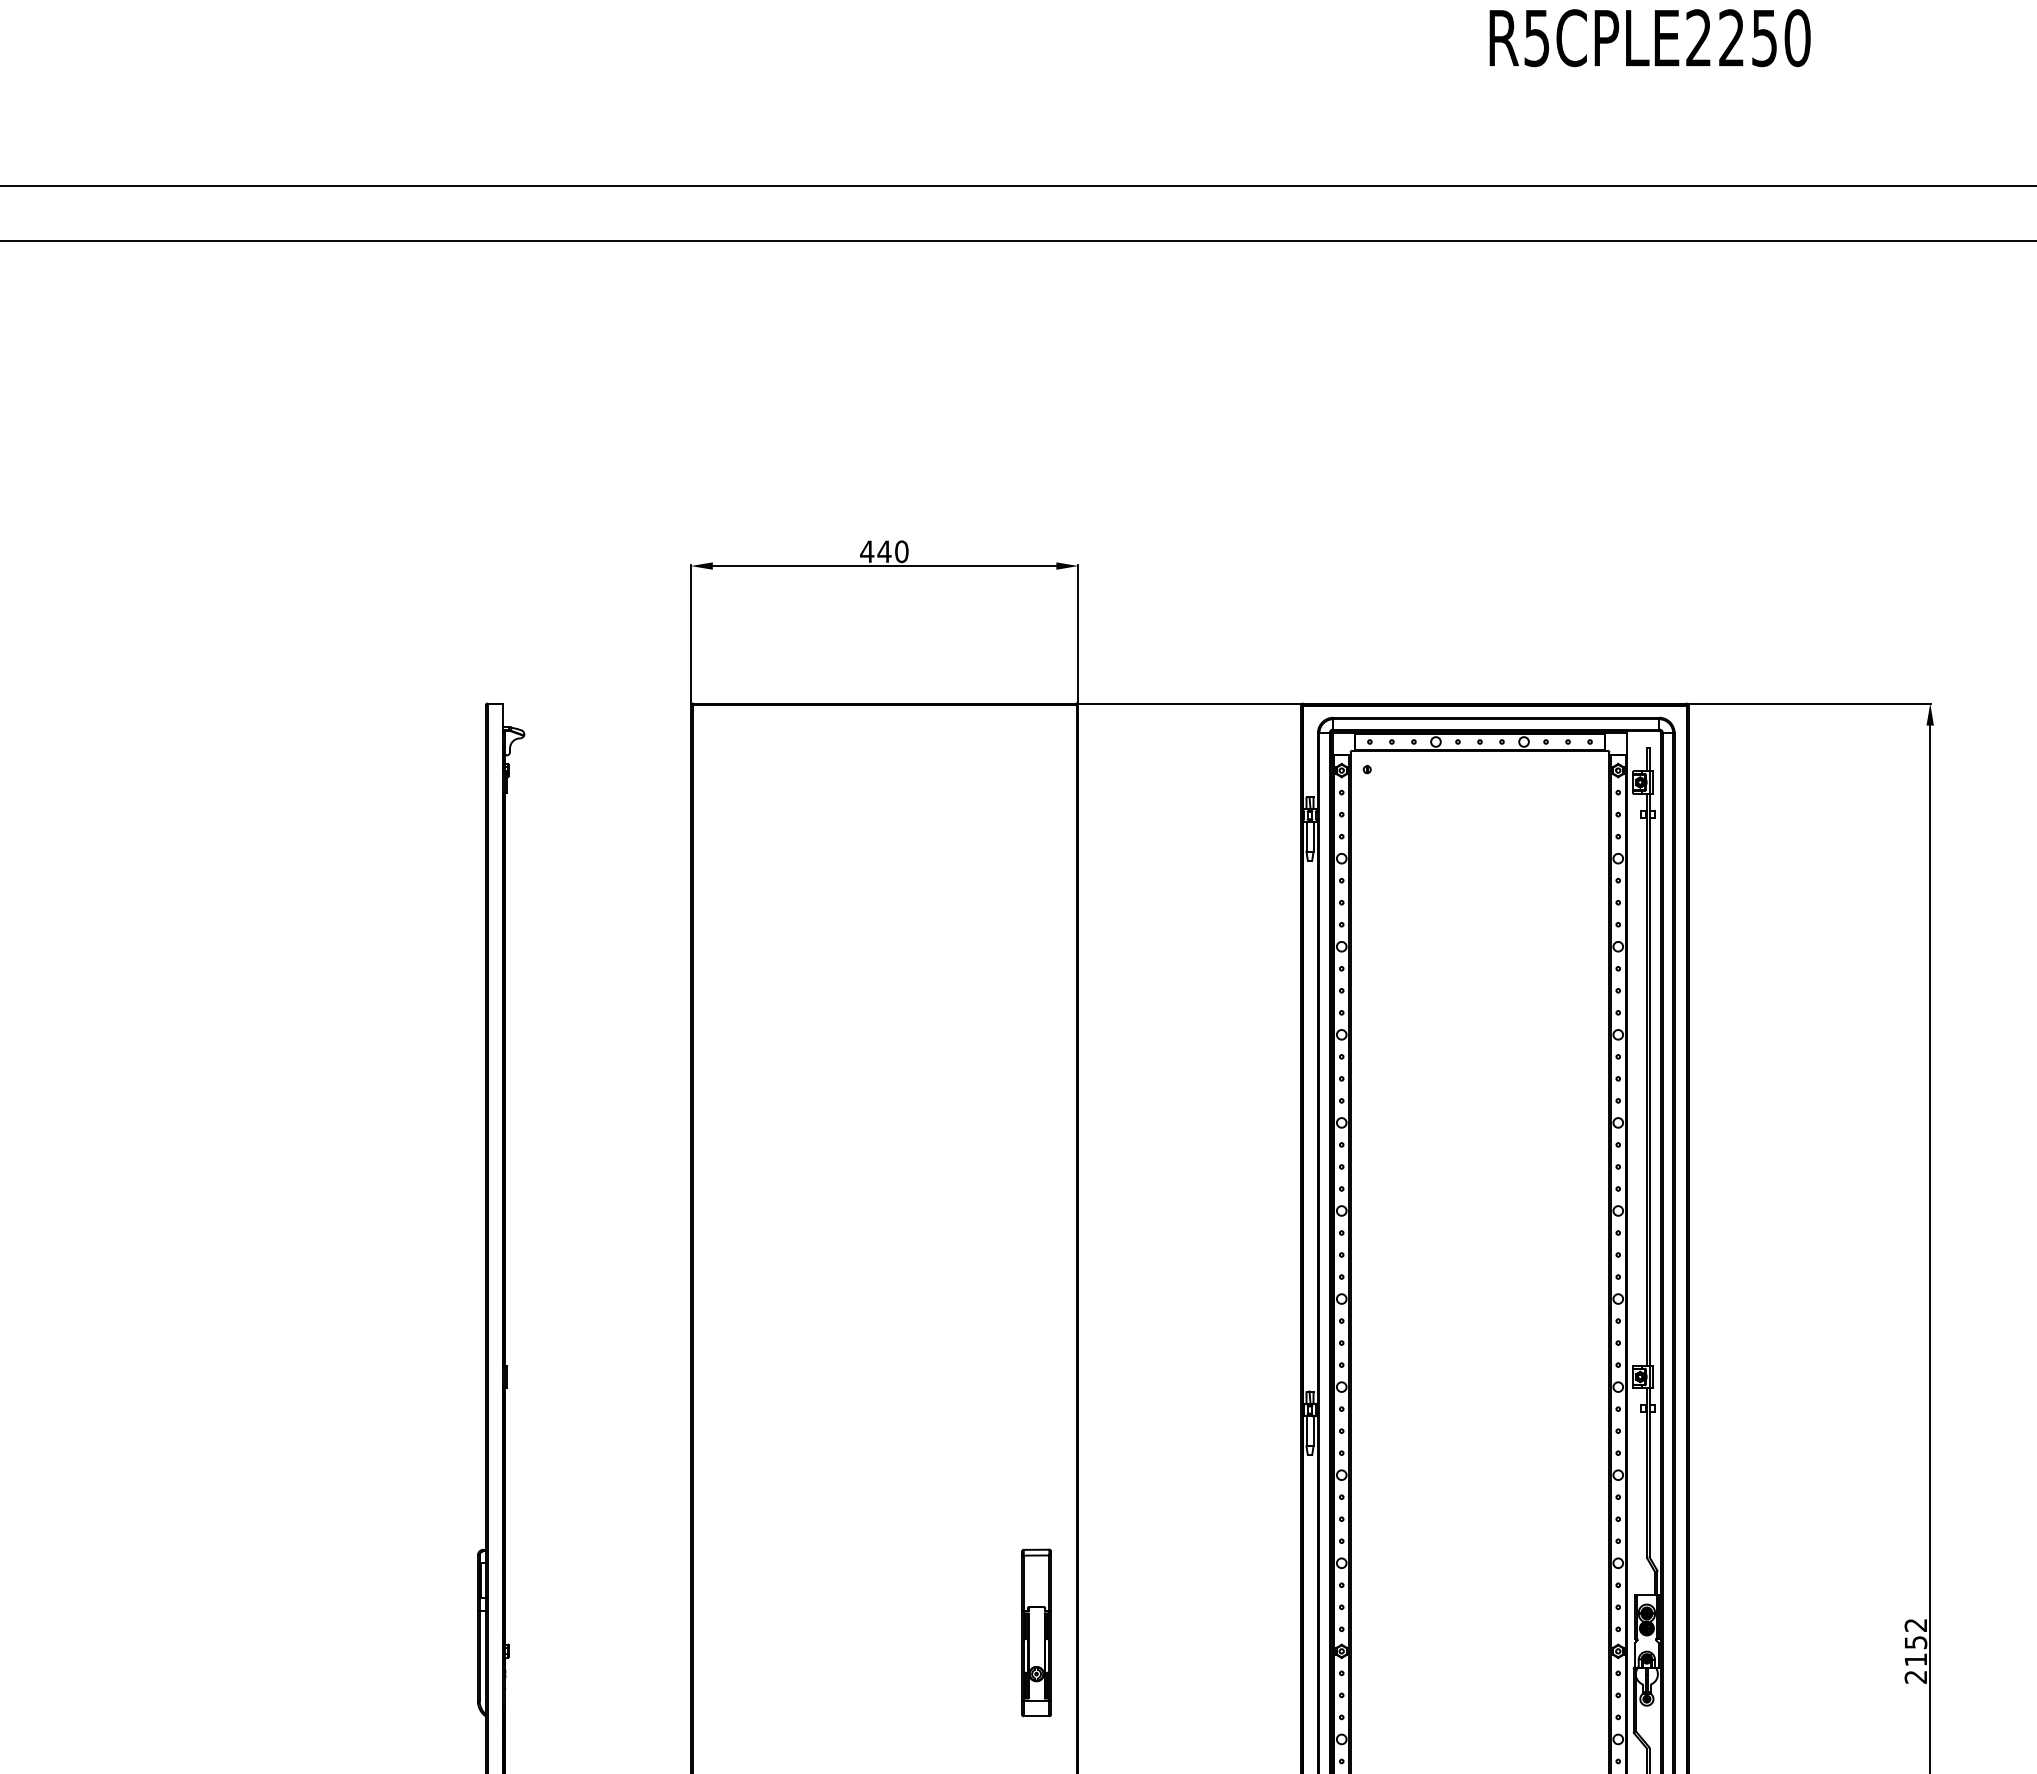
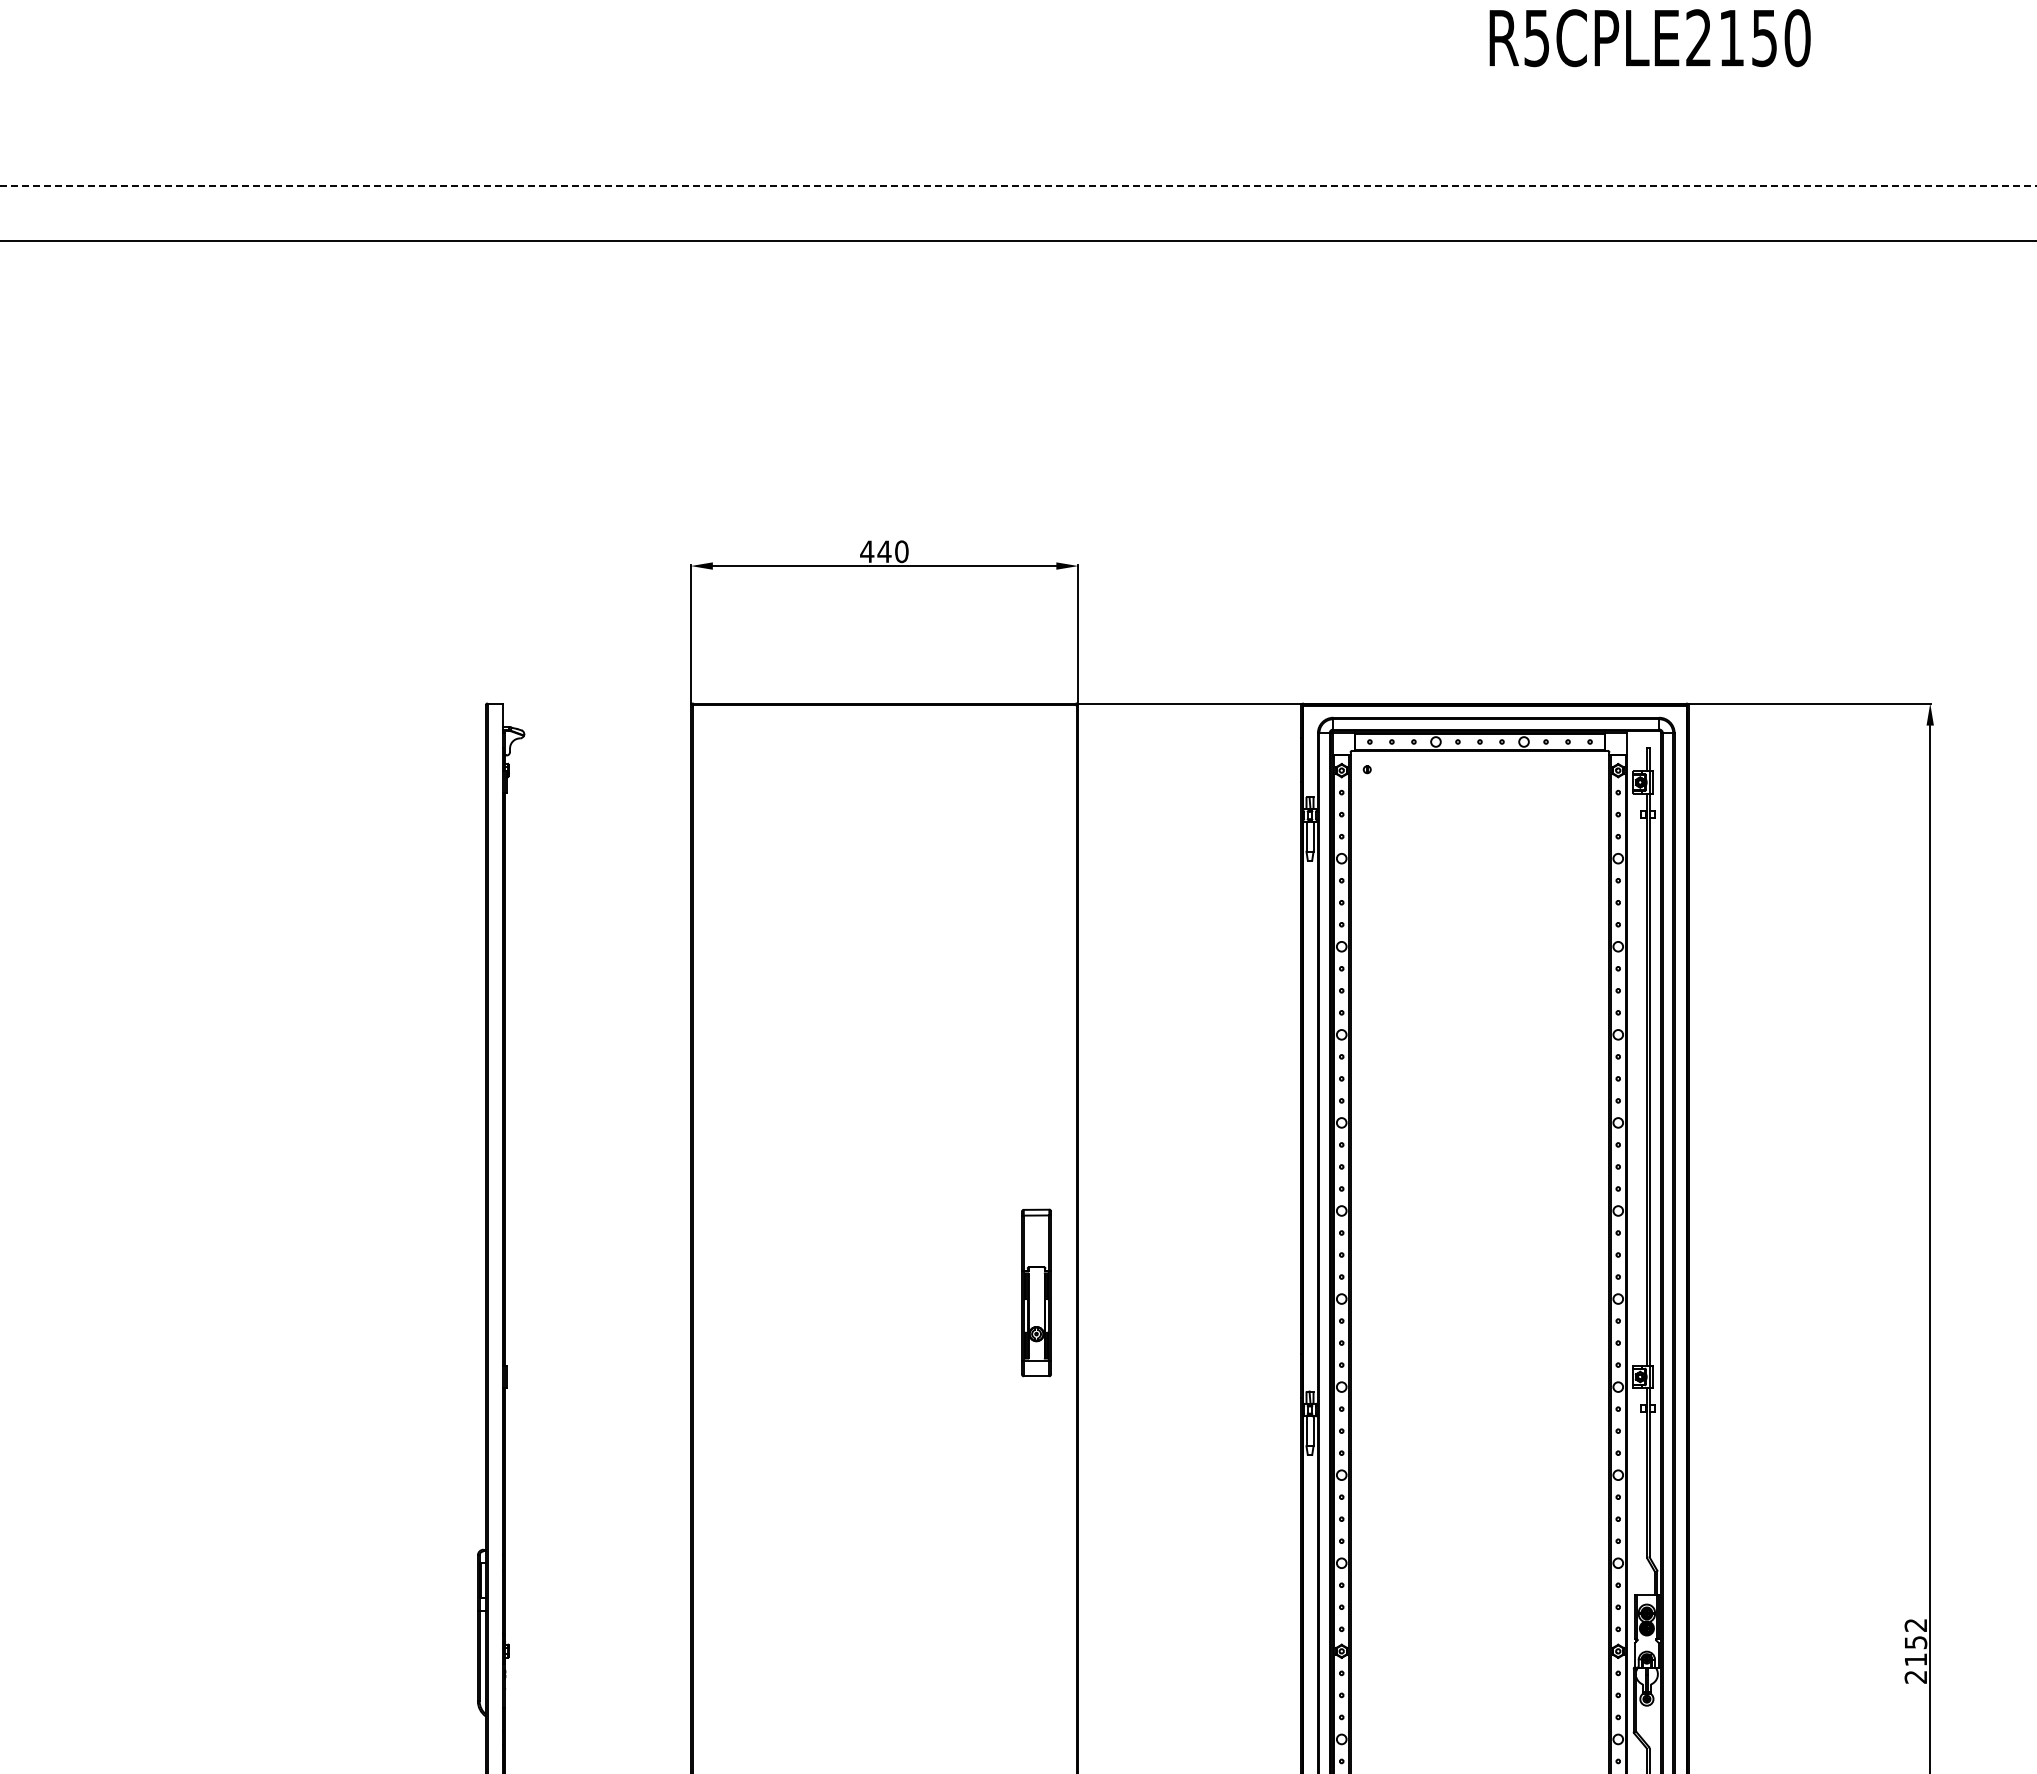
text at (1731, 37): R5CPLE2250 -> R5CPLE2150
line at (1018, 186): solid -> dashed
part at (1036, 1632) position: (1036, 1632) -> (1036, 1292)
